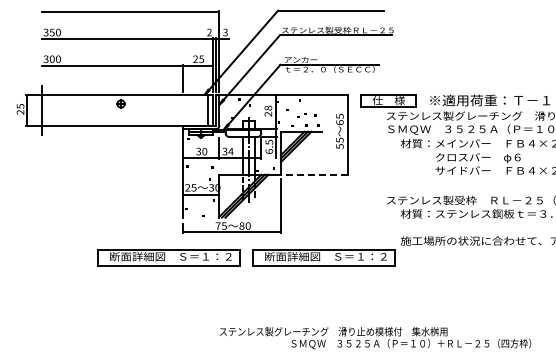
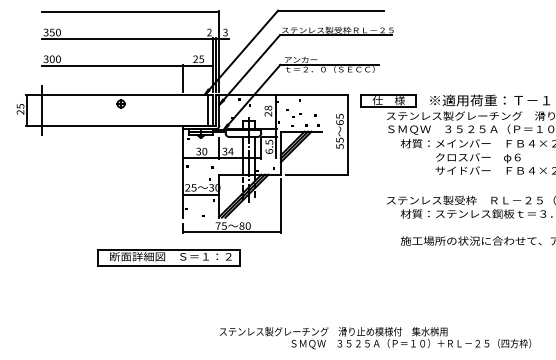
part at (301, 115) position: (301, 115) -> (296, 115)
line at (317, 174): dashed -> solid
part at (323, 257): present -> none
